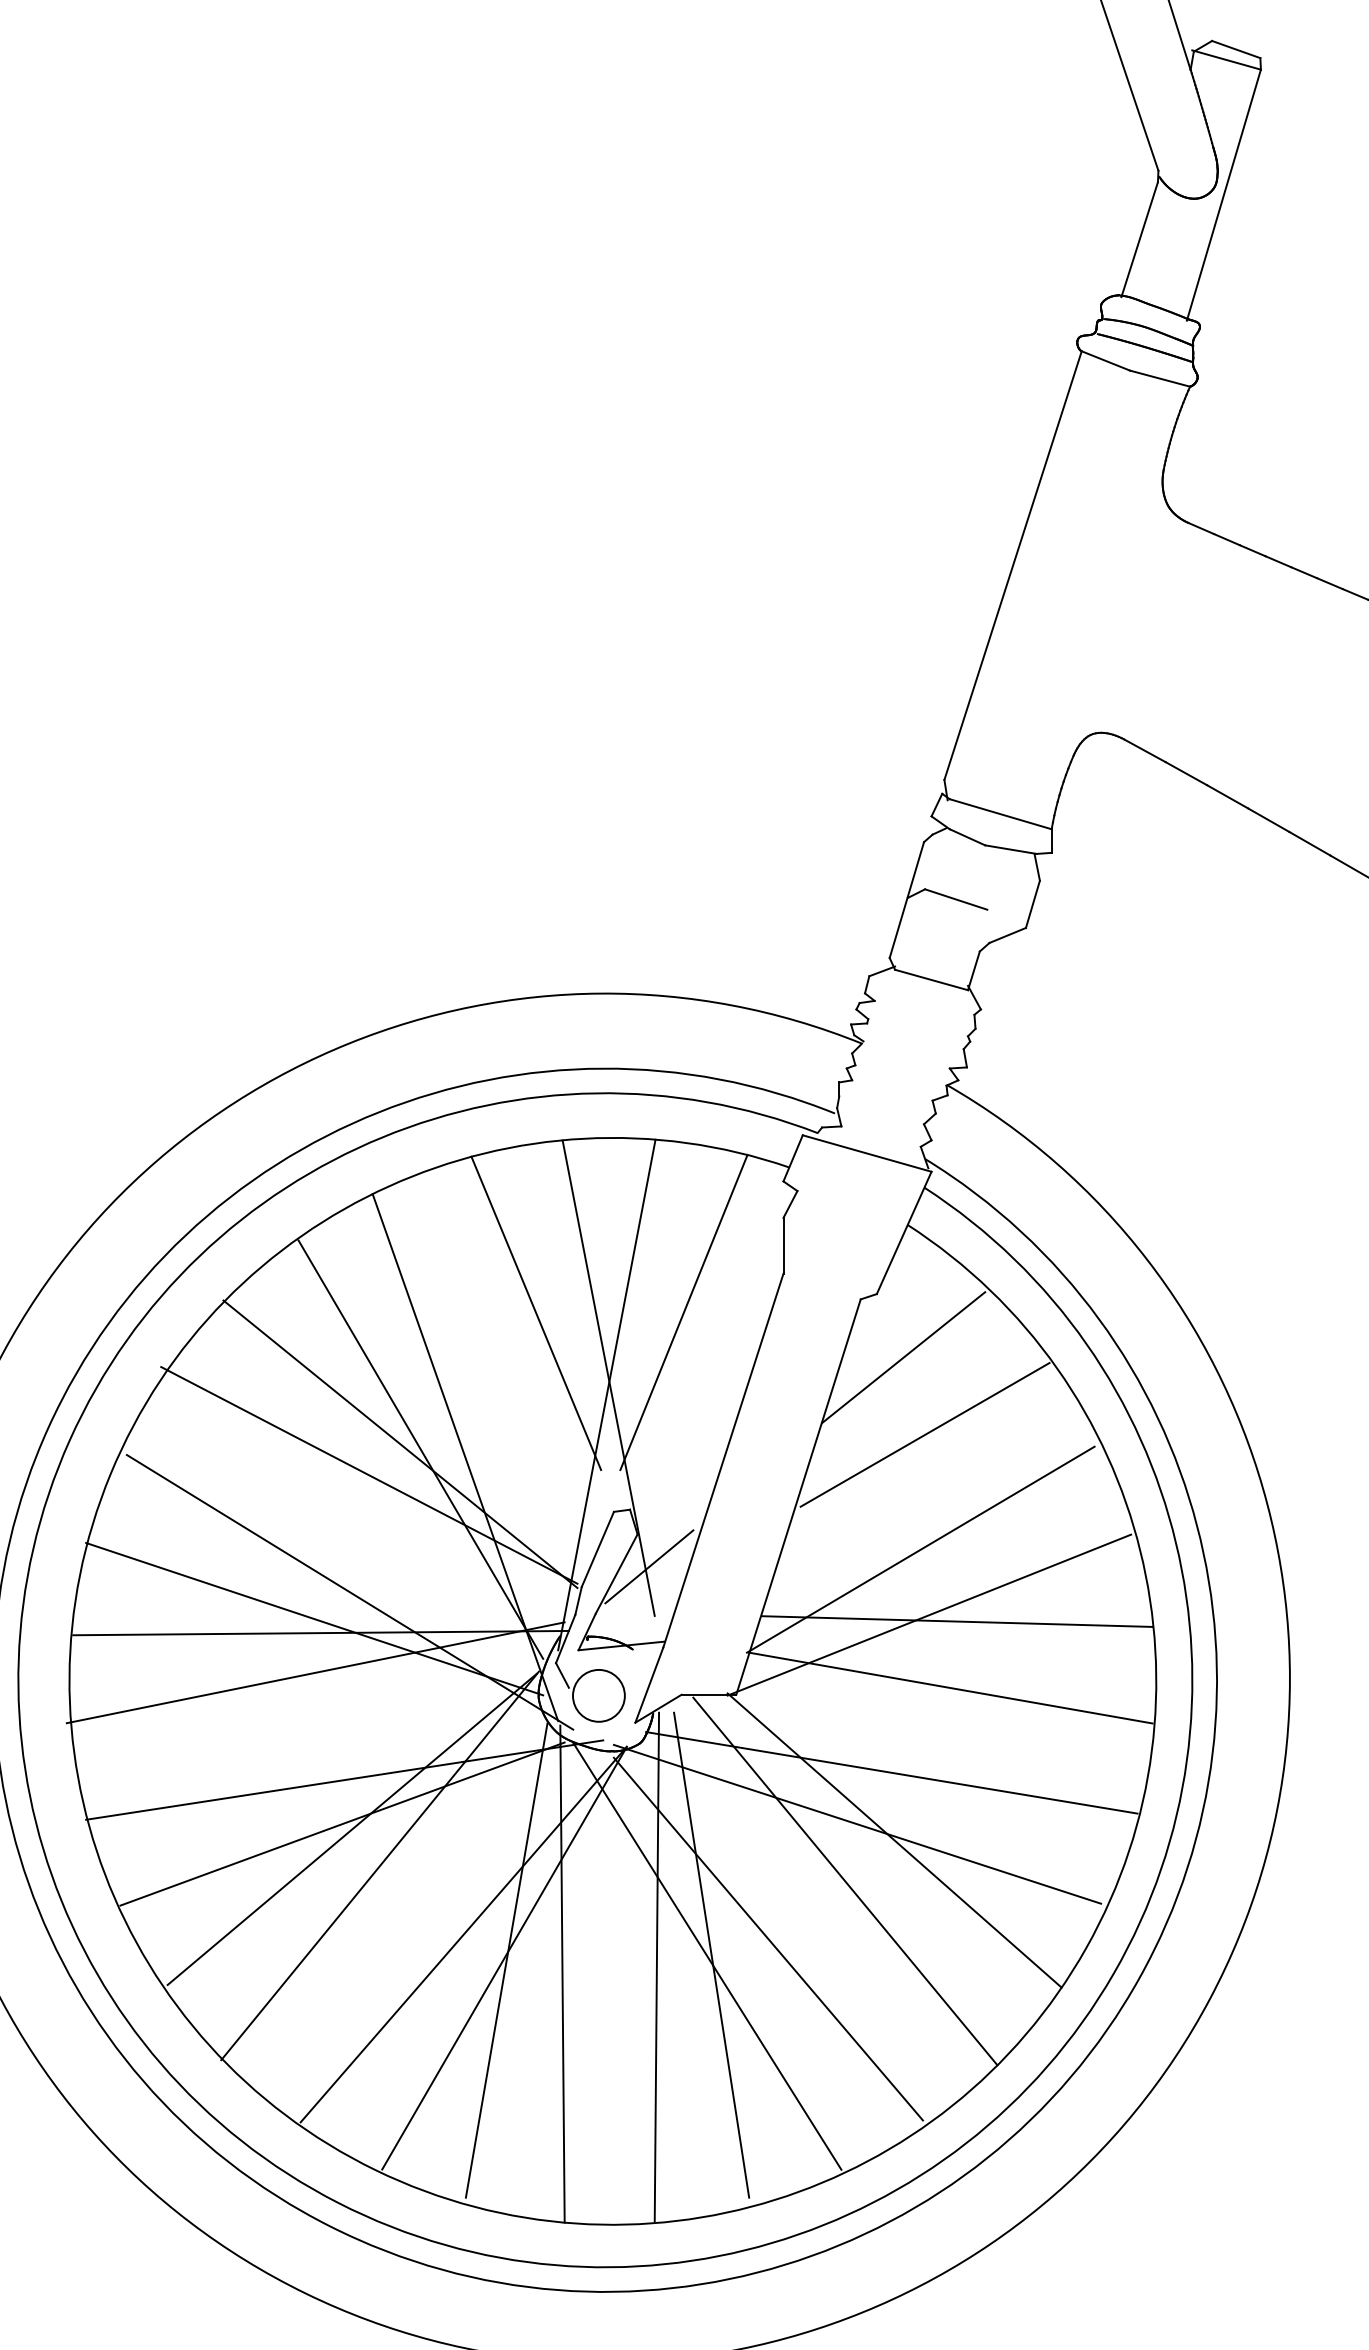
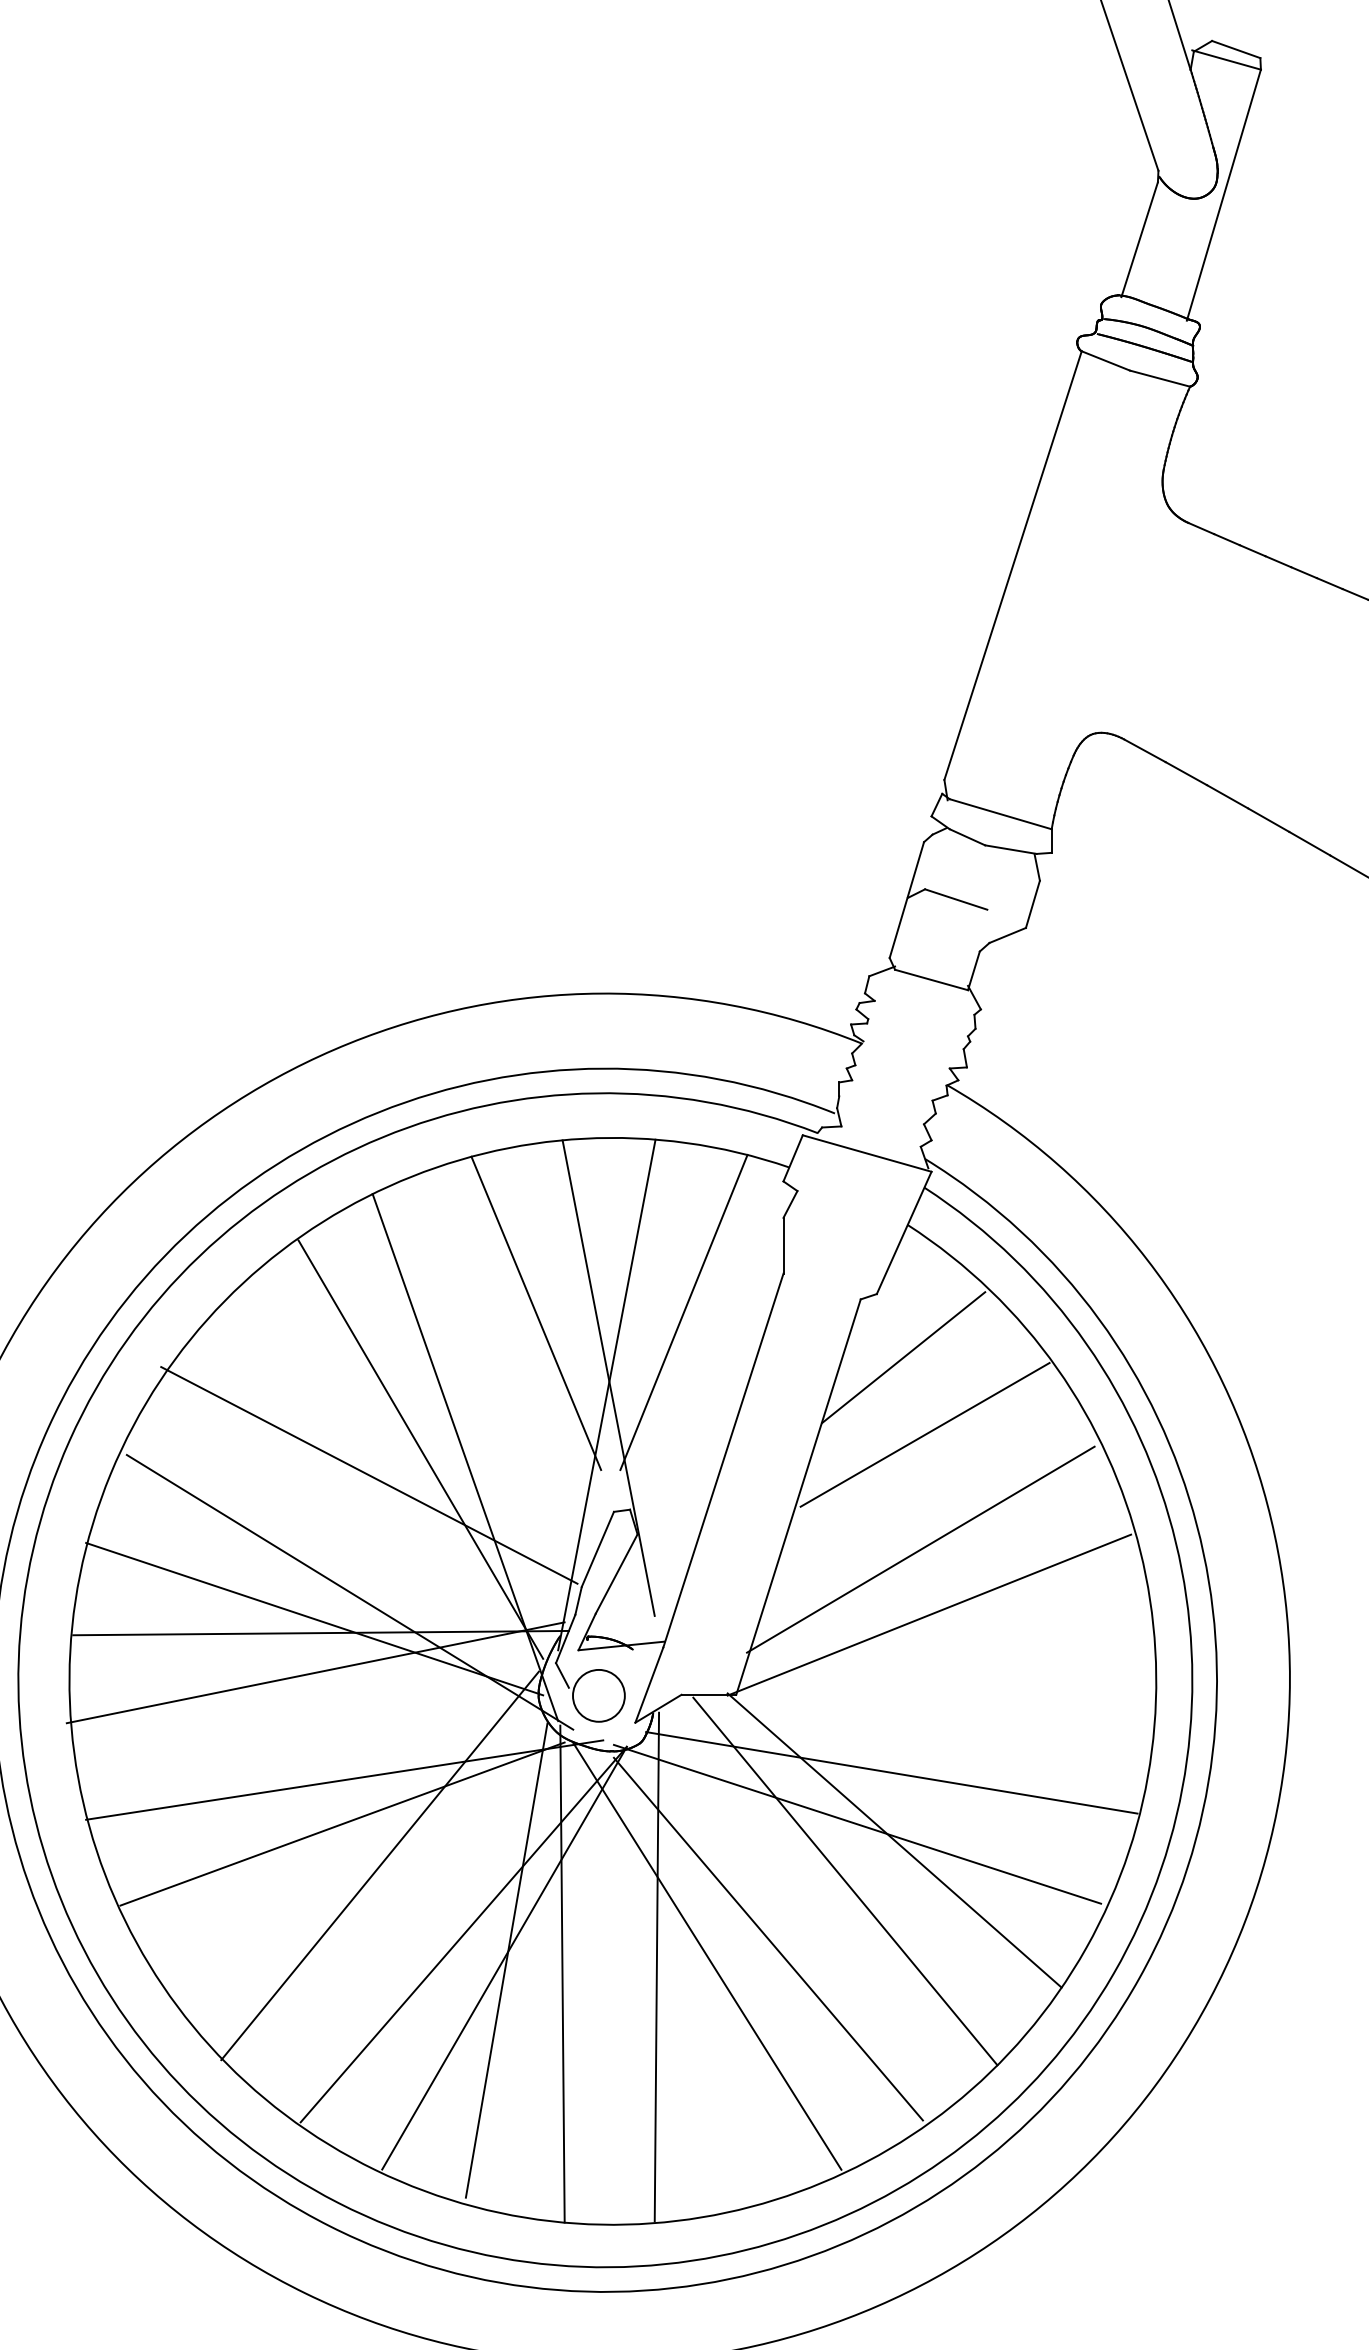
line at (400, 1444): present -> none
line at (649, 1566): present -> none
line at (957, 1621): present -> none
line at (950, 1687): present -> none
line at (351, 1829): present -> none
line at (711, 1954): present -> none
